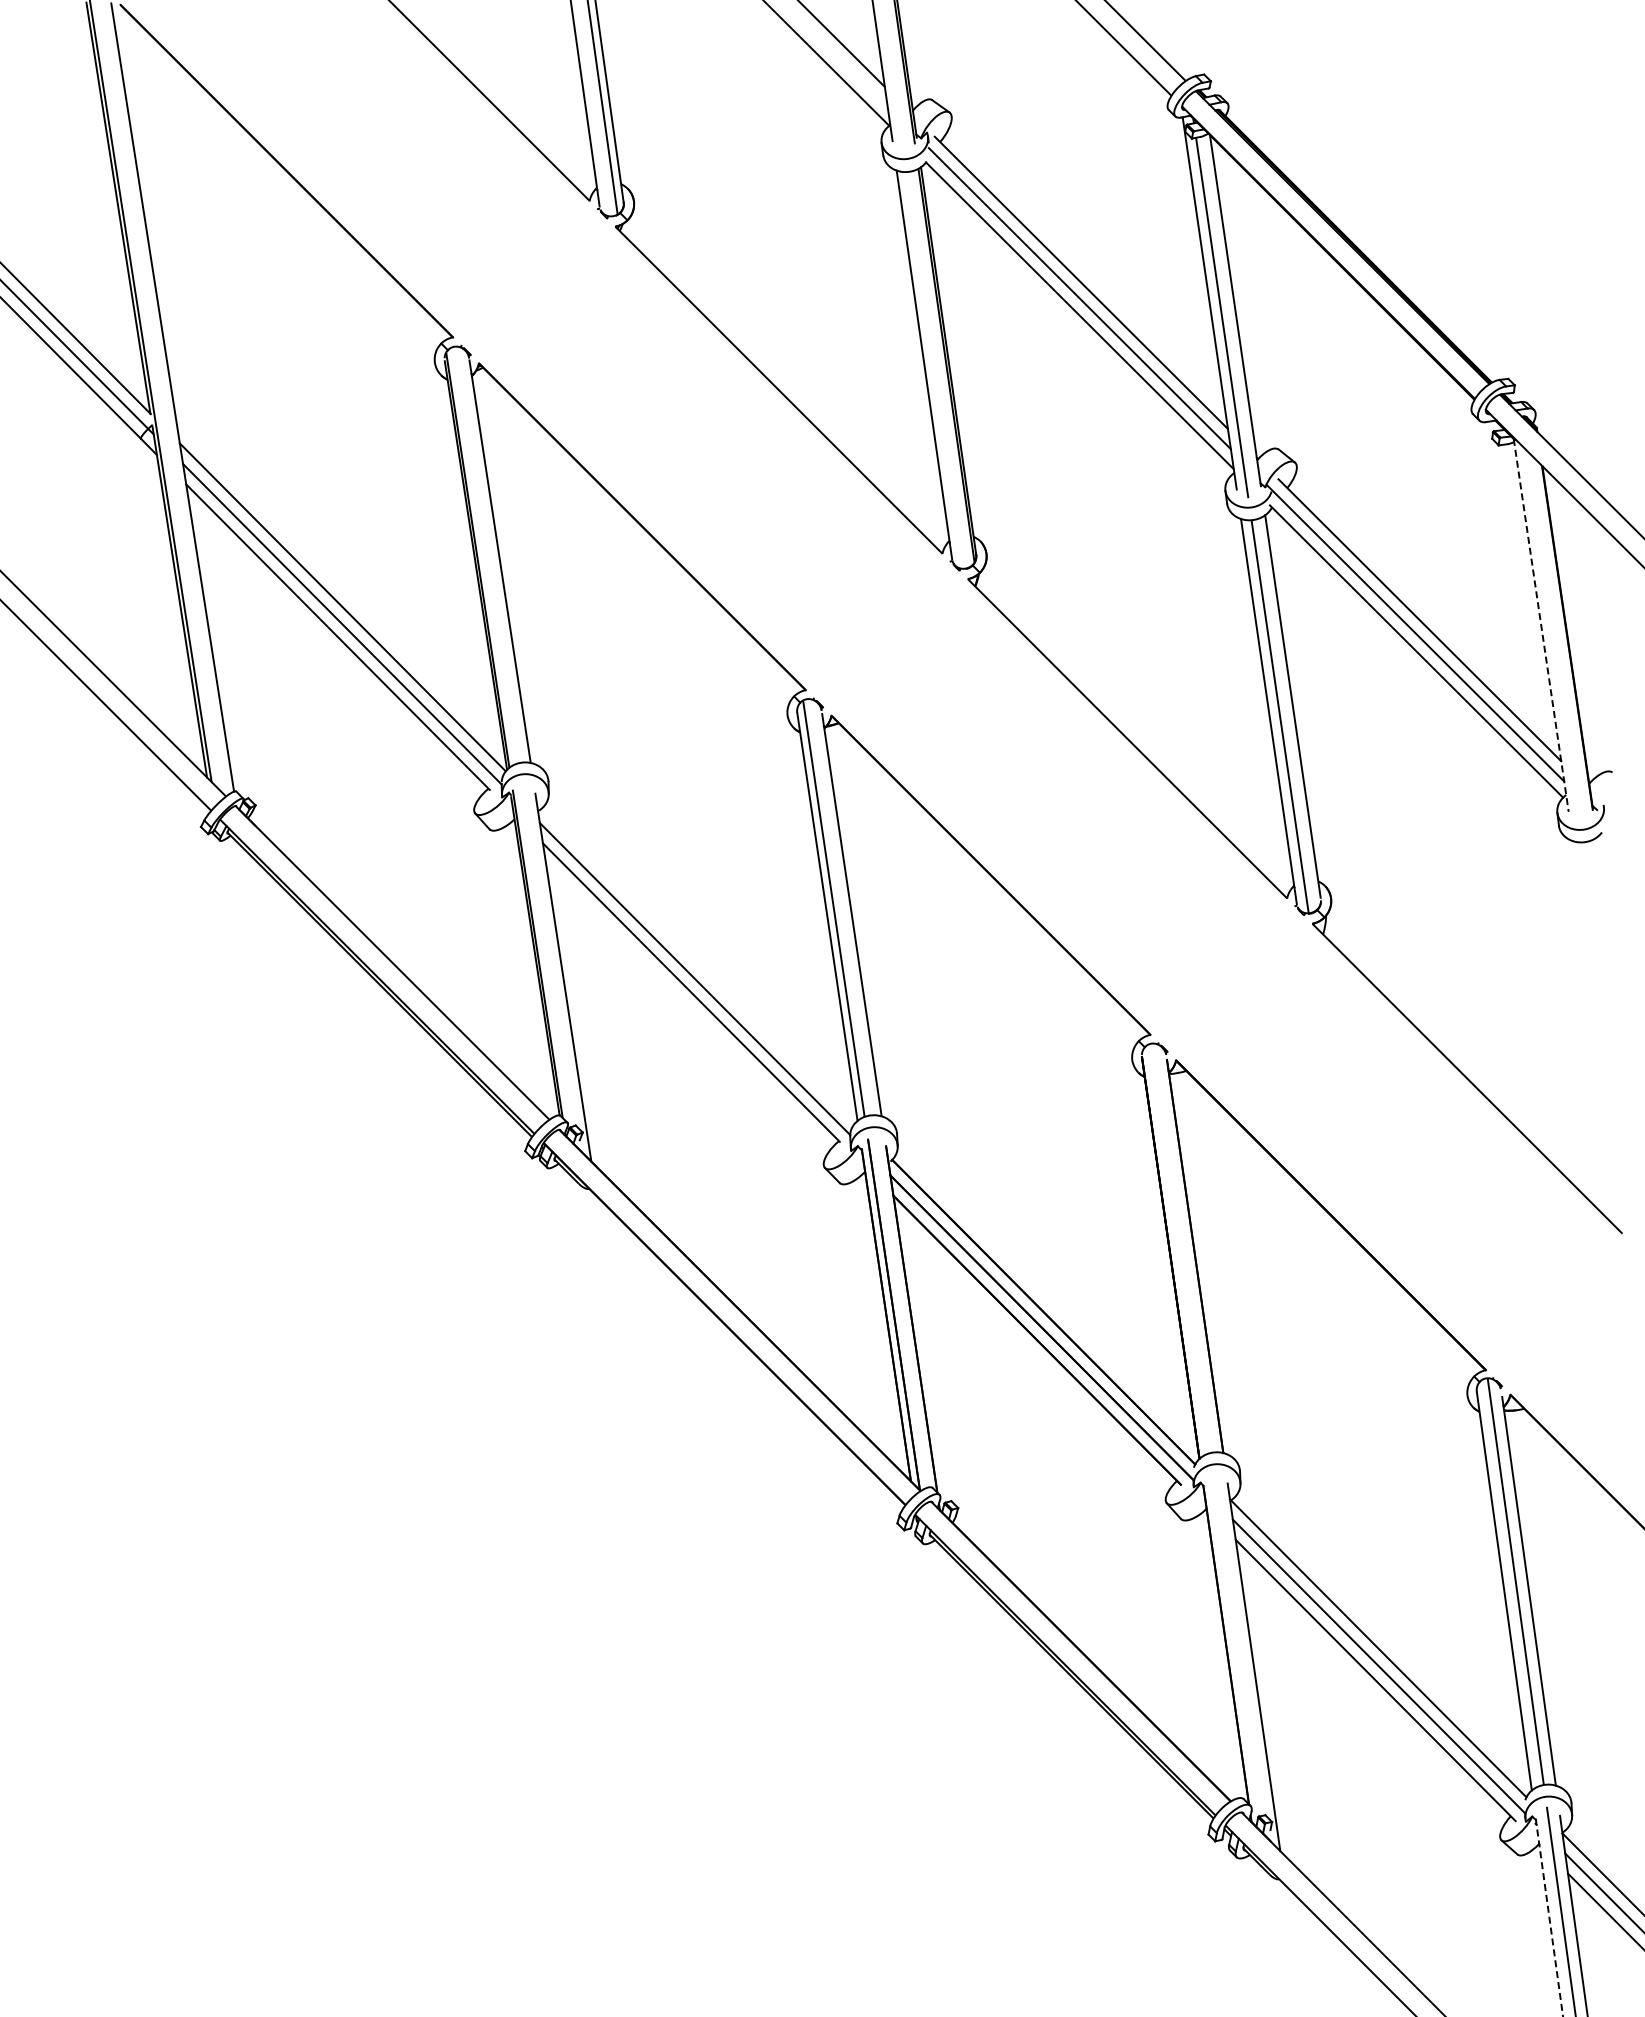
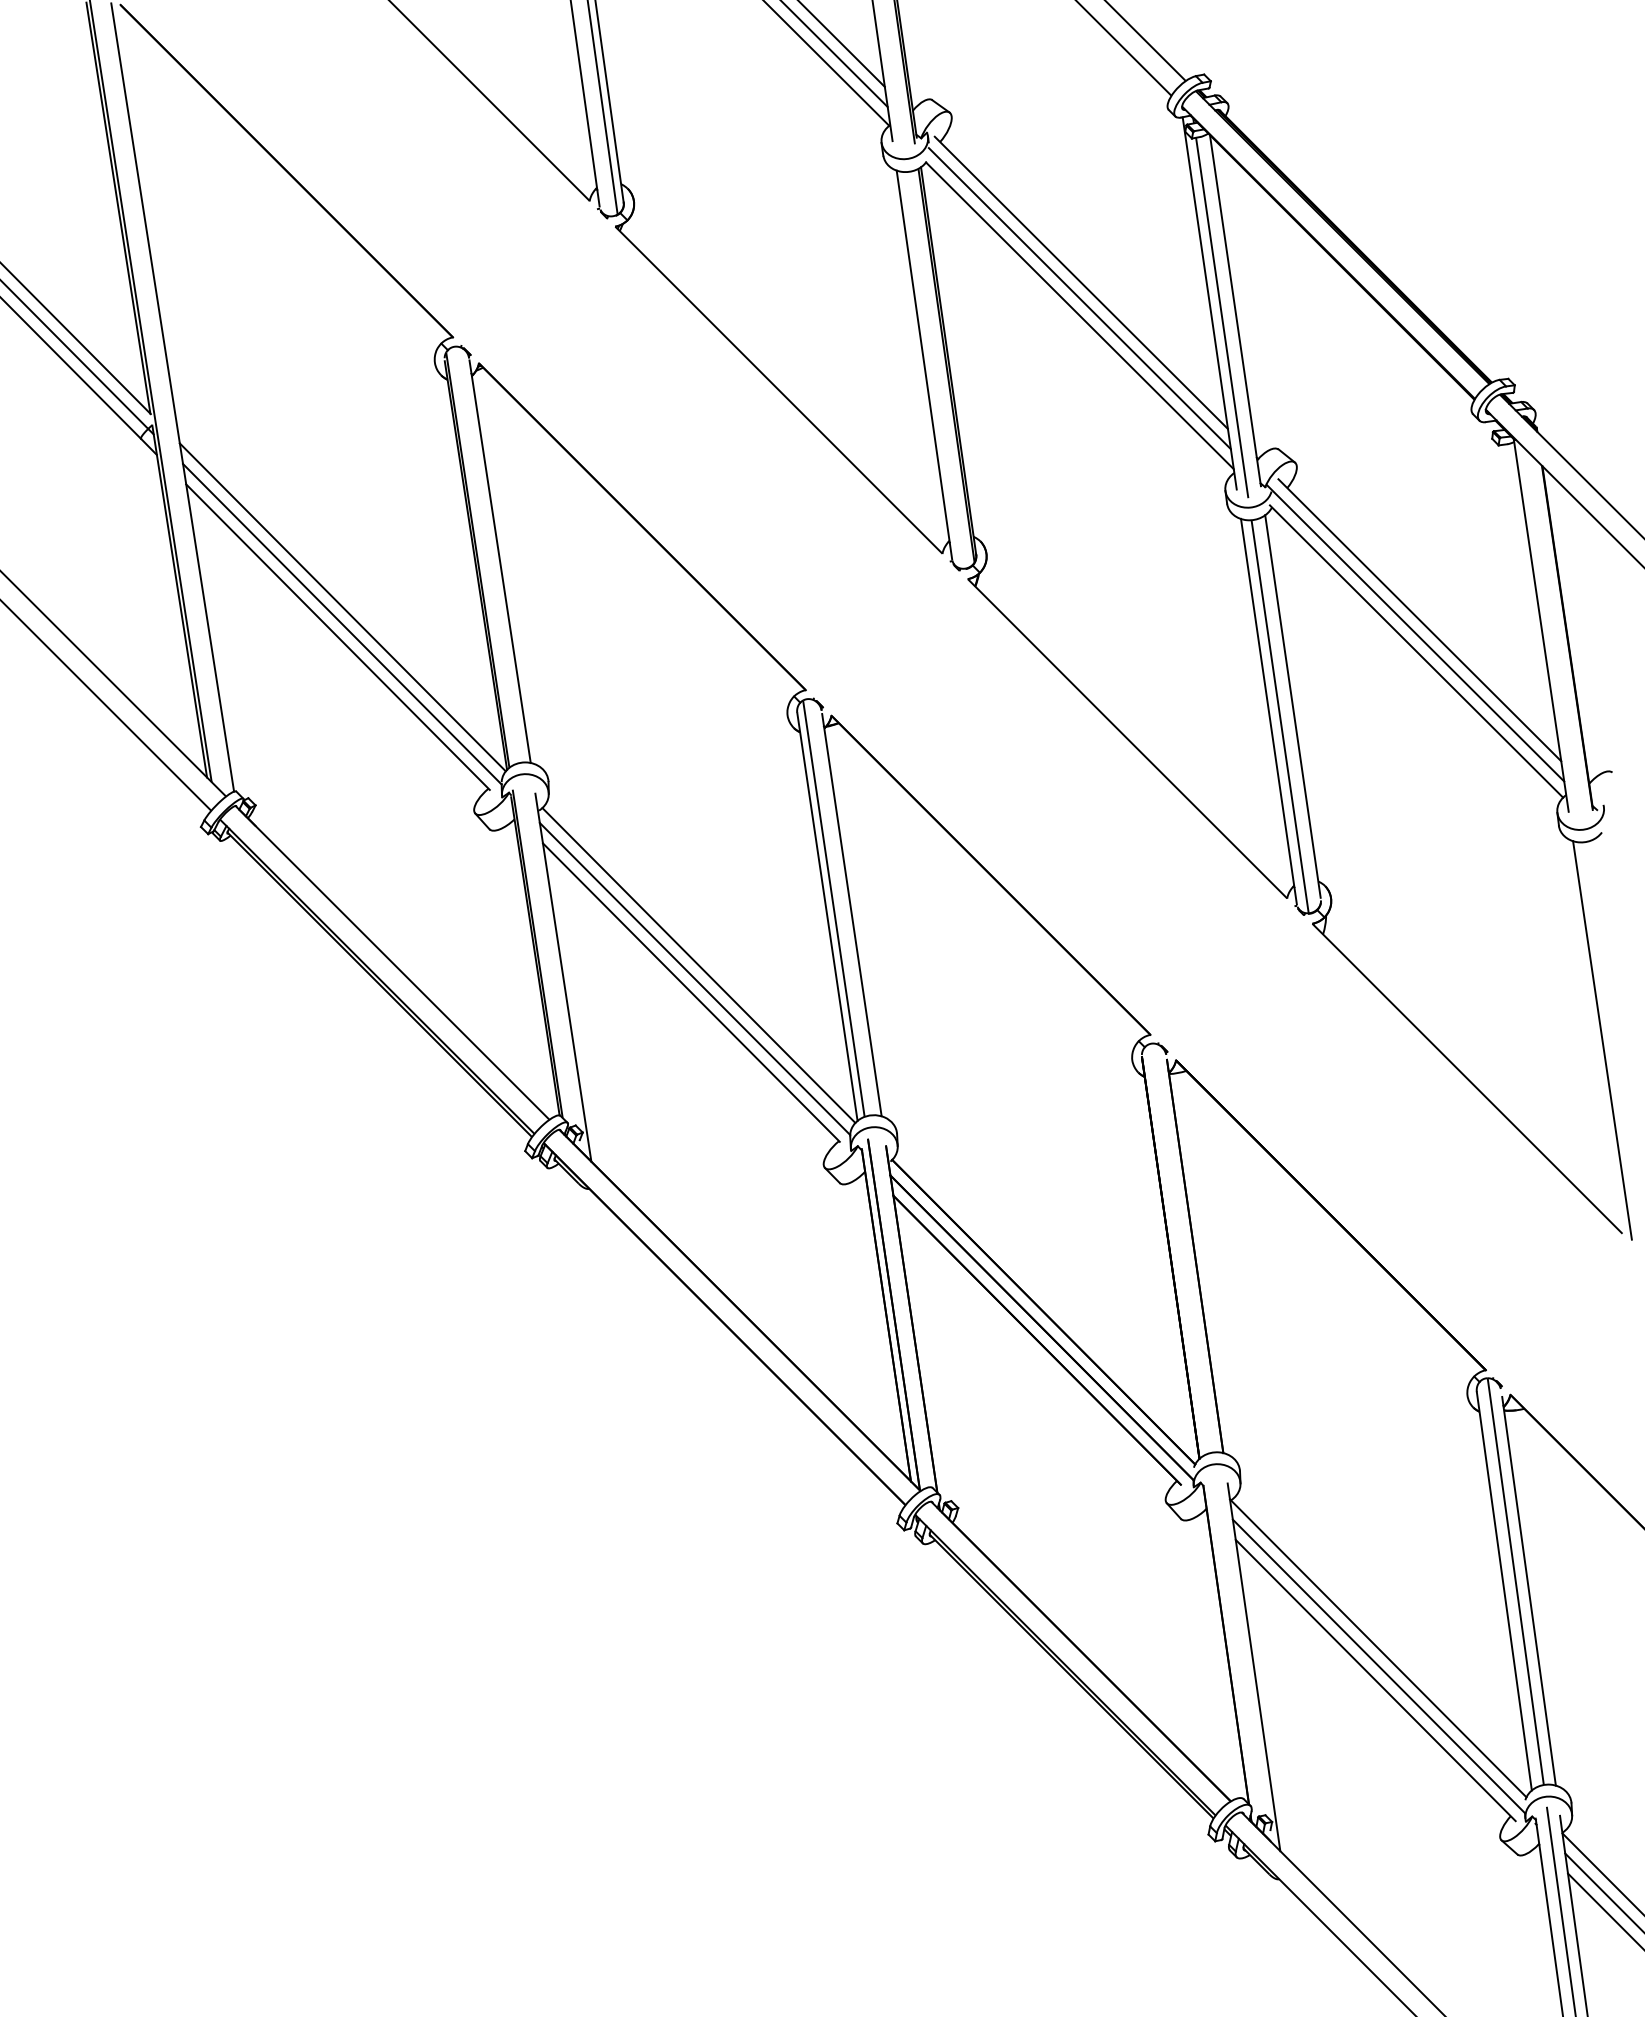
line at (834, 54): none -> present
line at (1541, 625): dashed -> solid
line at (698, 965): none -> present
line at (1602, 1040): none -> present
line at (1549, 1917): dashed -> solid
